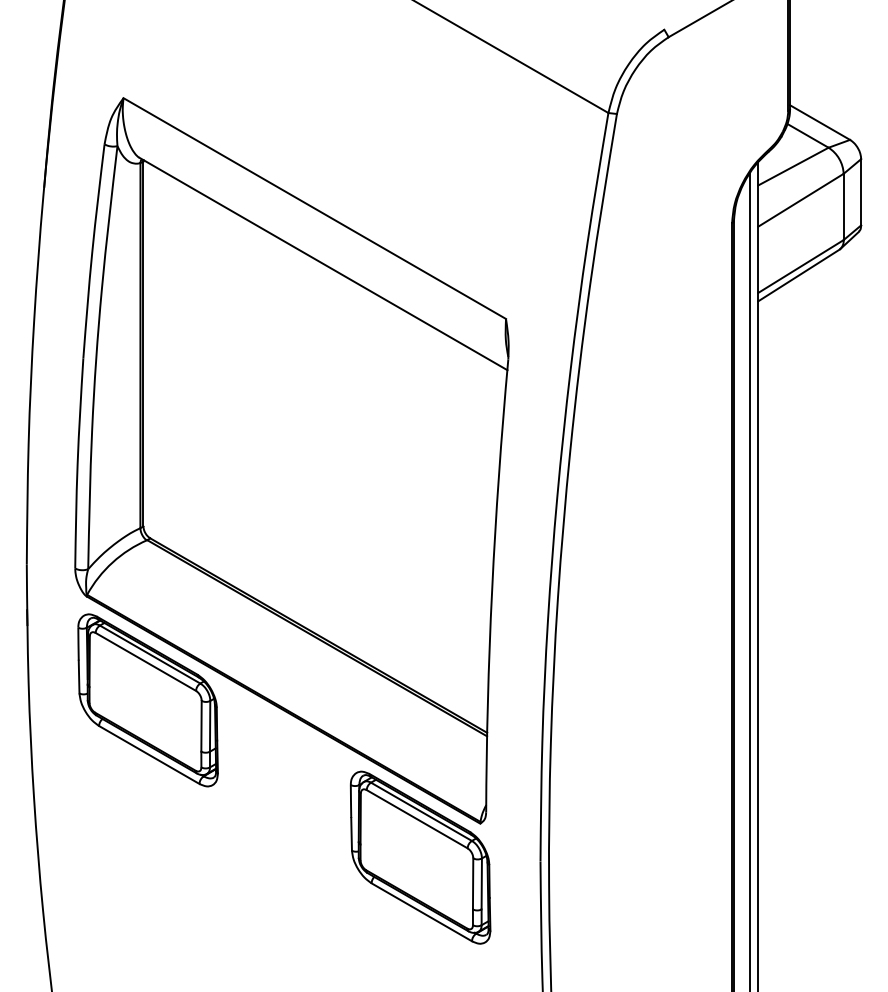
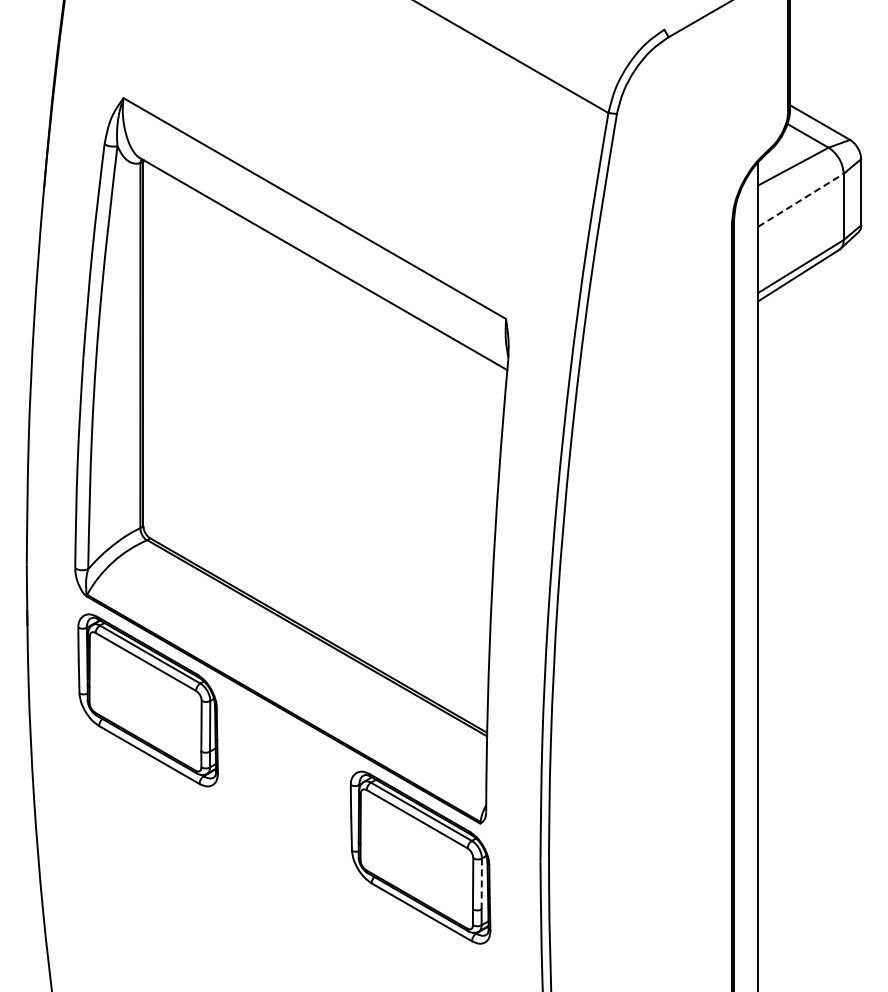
line at (801, 200): solid -> dashed
line at (750, 580): present -> none
line at (481, 884): solid -> dashed
